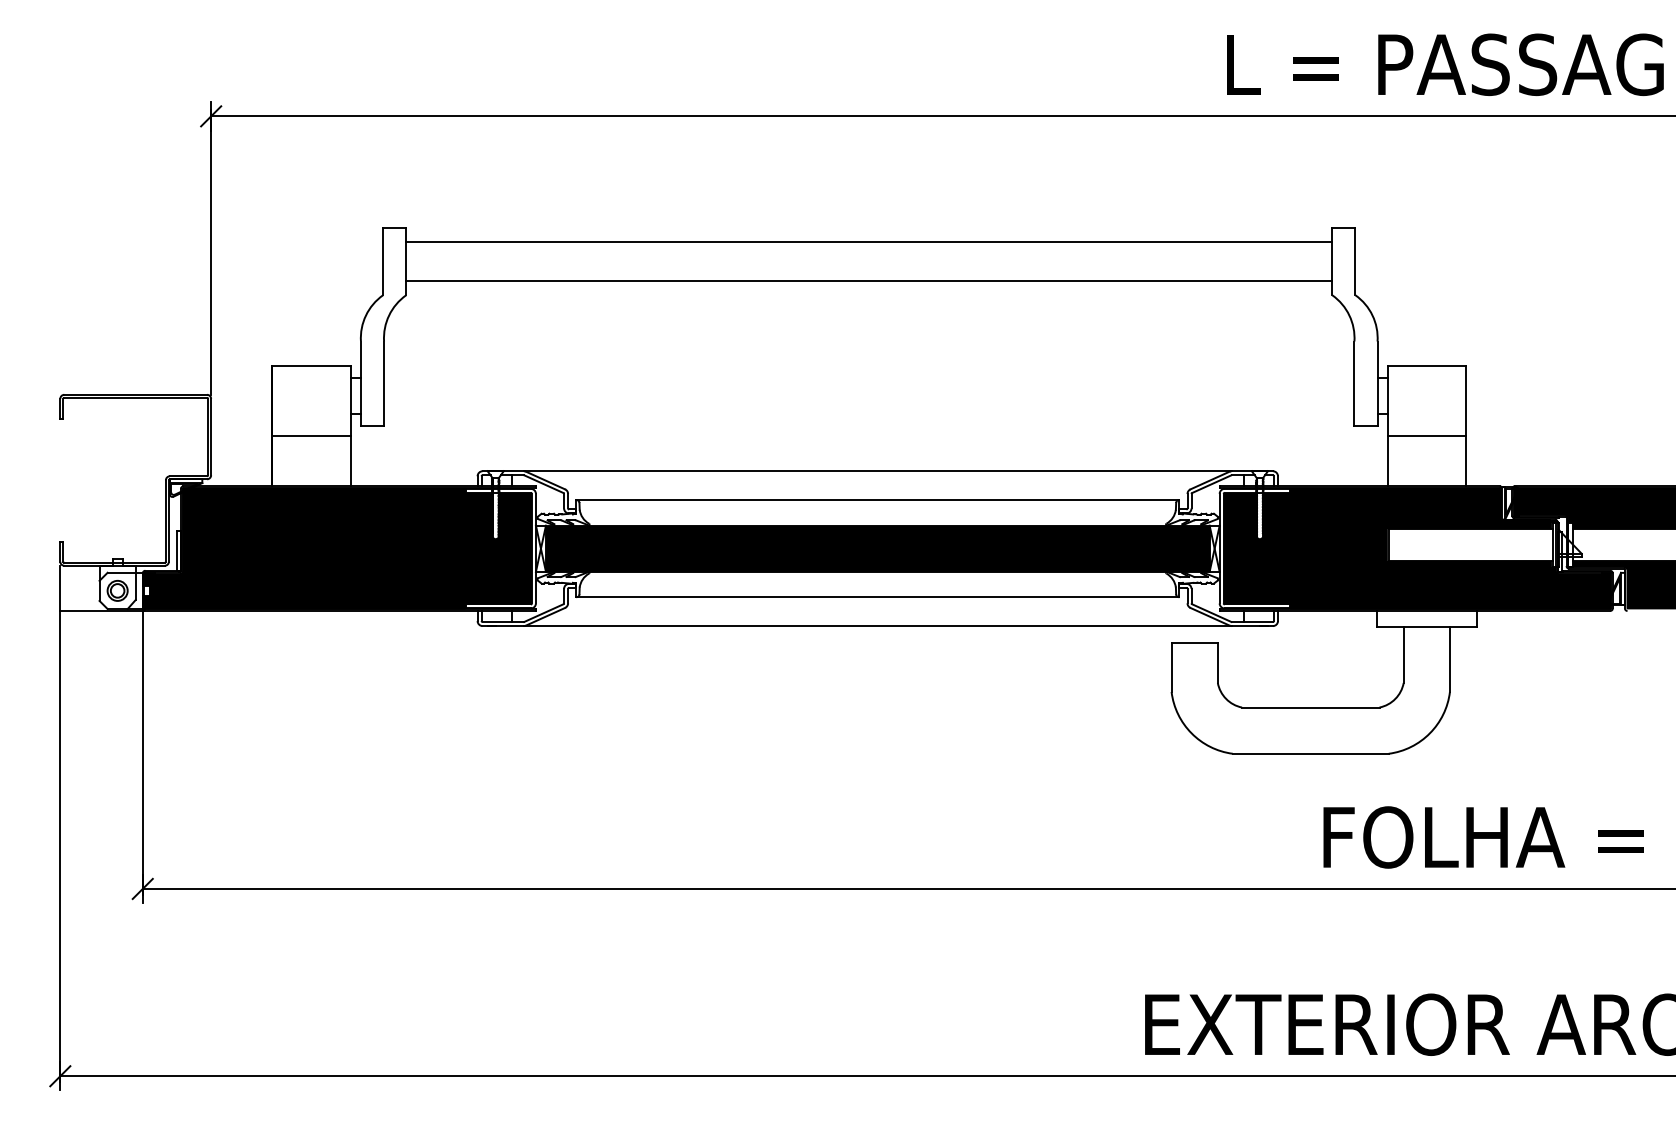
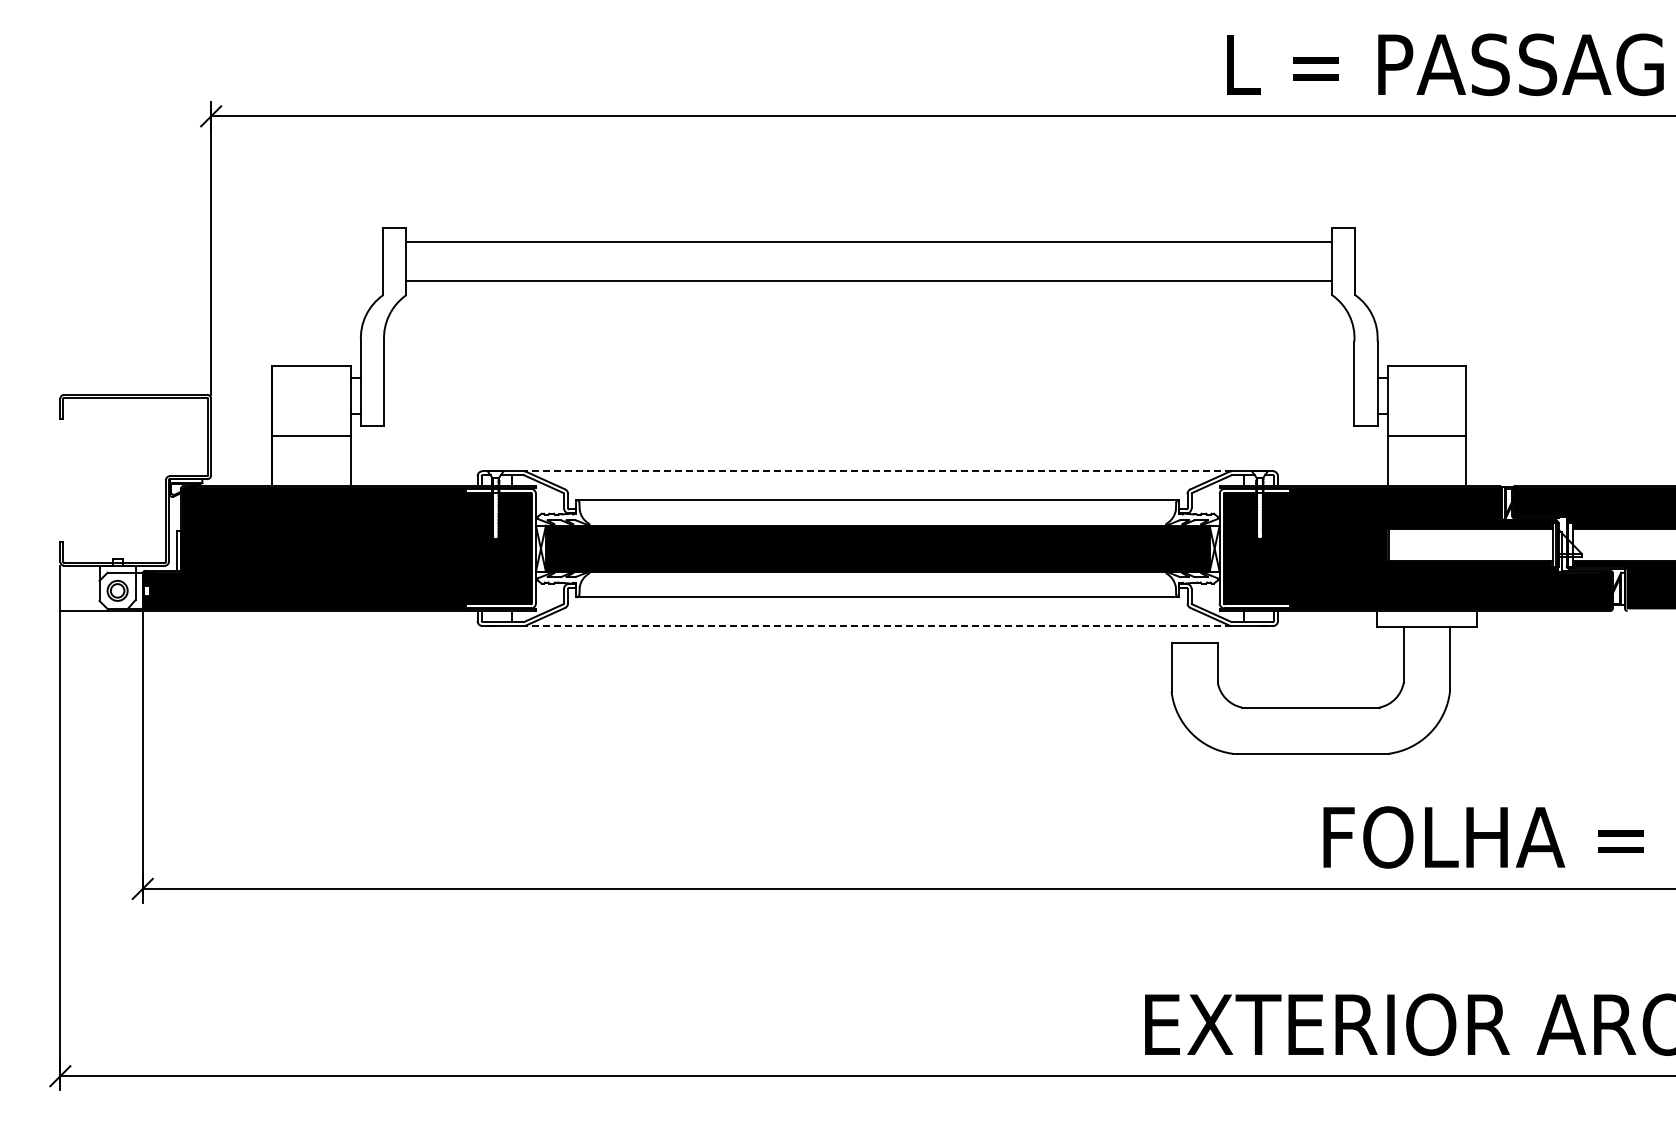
line at (877, 471): solid -> dashed
line at (877, 626): solid -> dashed
